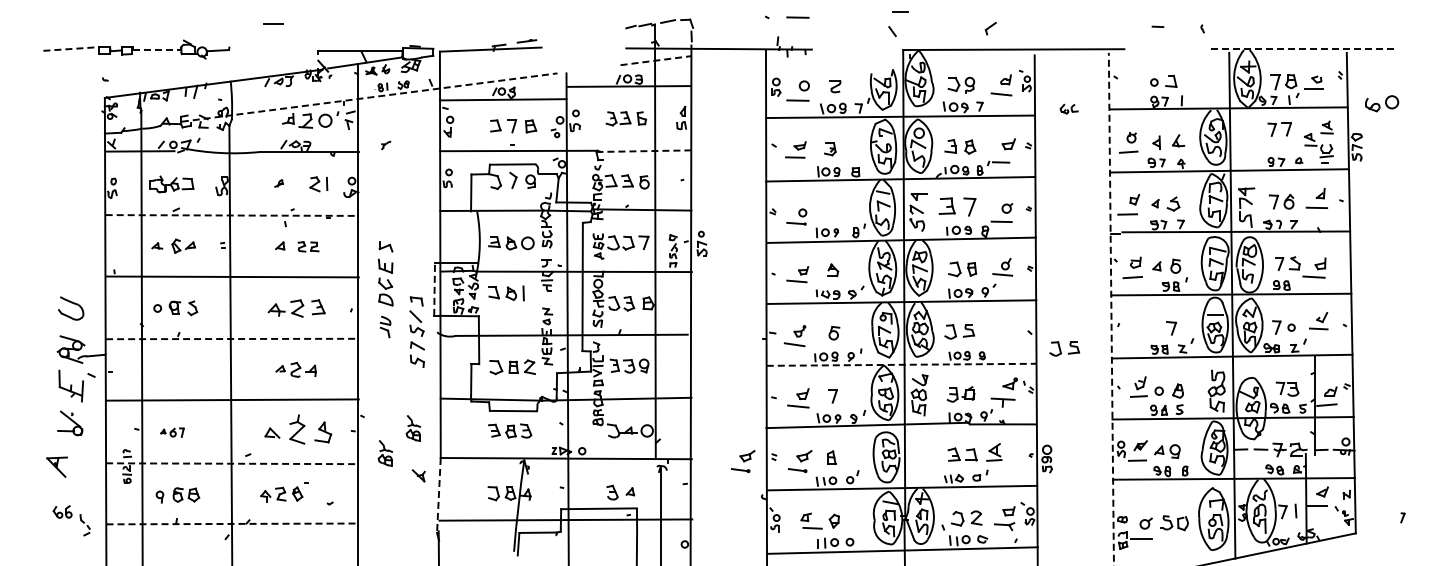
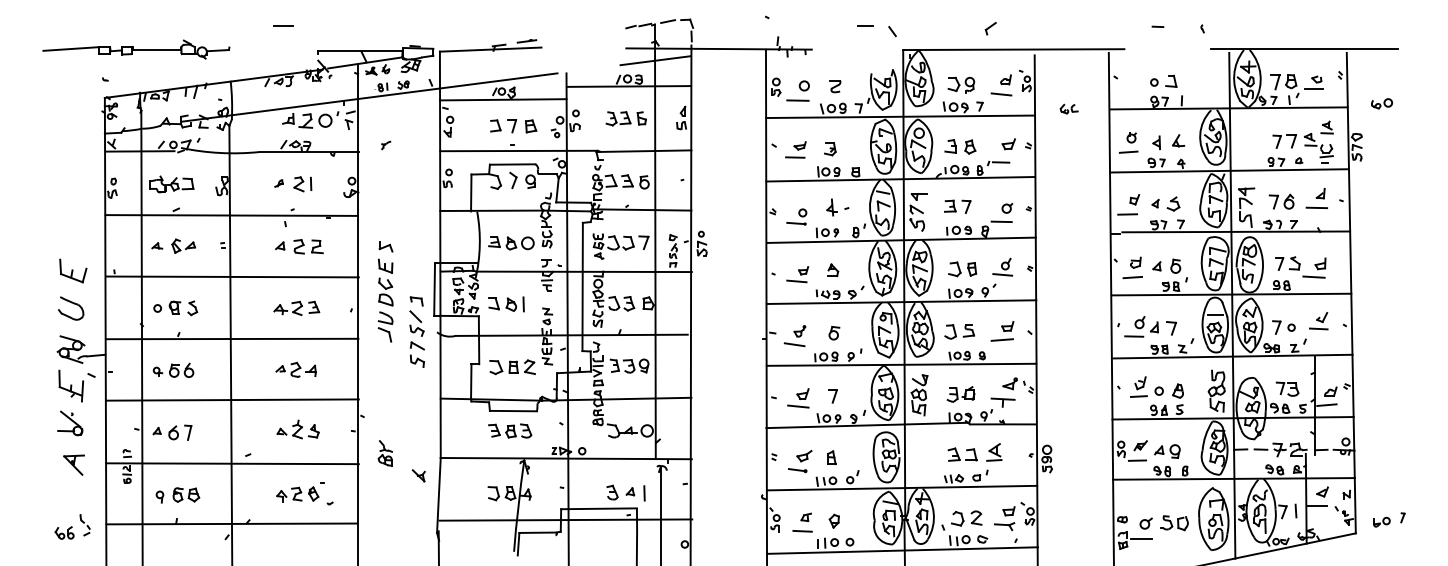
line at (900, 11) position: (900, 11) -> (865, 25)
line at (797, 17): present -> none
line at (273, 23) position: (273, 23) -> (283, 25)
line at (71, 49): dashed -> solid
line at (1305, 49): dashed -> solid
line at (157, 50): dashed -> solid
line at (655, 60): dashed -> solid
line at (370, 97): dashed -> solid
part at (1382, 103) size: 35x18 px -> 22x12 px
part at (1279, 129) position: (1279, 129) -> (1284, 141)
line at (643, 151): dashed -> solid
part at (318, 184) position: (318, 184) -> (302, 184)
part at (957, 206) size: 39x20 px -> 28x15 px
part at (837, 207): none -> present
line at (232, 215): dashed -> solid
part at (308, 246) size: 23x12 px -> 31x16 px
part at (73, 270): none -> present
line at (434, 289): dashed -> solid
part at (506, 293) position: (506, 293) -> (506, 304)
part at (296, 308) size: 59x19 px -> 48x16 px
line at (1111, 308): dashed -> solid
part at (385, 326) size: 13x24 px -> 17x32 px
part at (1141, 326): none -> present
part at (1002, 331): none -> present
line at (232, 339): dashed -> solid
part at (1064, 348): present -> none
line at (901, 364): dashed -> solid
part at (173, 369): none -> present
part at (412, 428): present -> none
part at (298, 429) size: 69x31 px -> 44x21 px
part at (172, 432) size: 25x11 px -> 41x17 px
part at (743, 461): present -> none
line at (232, 463): dashed -> solid
part at (56, 466) position: (56, 466) -> (73, 464)
part at (284, 492) position: (284, 492) -> (300, 492)
line at (644, 493): none -> present
line at (438, 495): dashed -> solid
part at (62, 511) position: (62, 511) -> (64, 532)
part at (1381, 521): none -> present
line at (232, 523): dashed -> solid
line at (812, 528) position: (812, 528) -> (802, 531)
